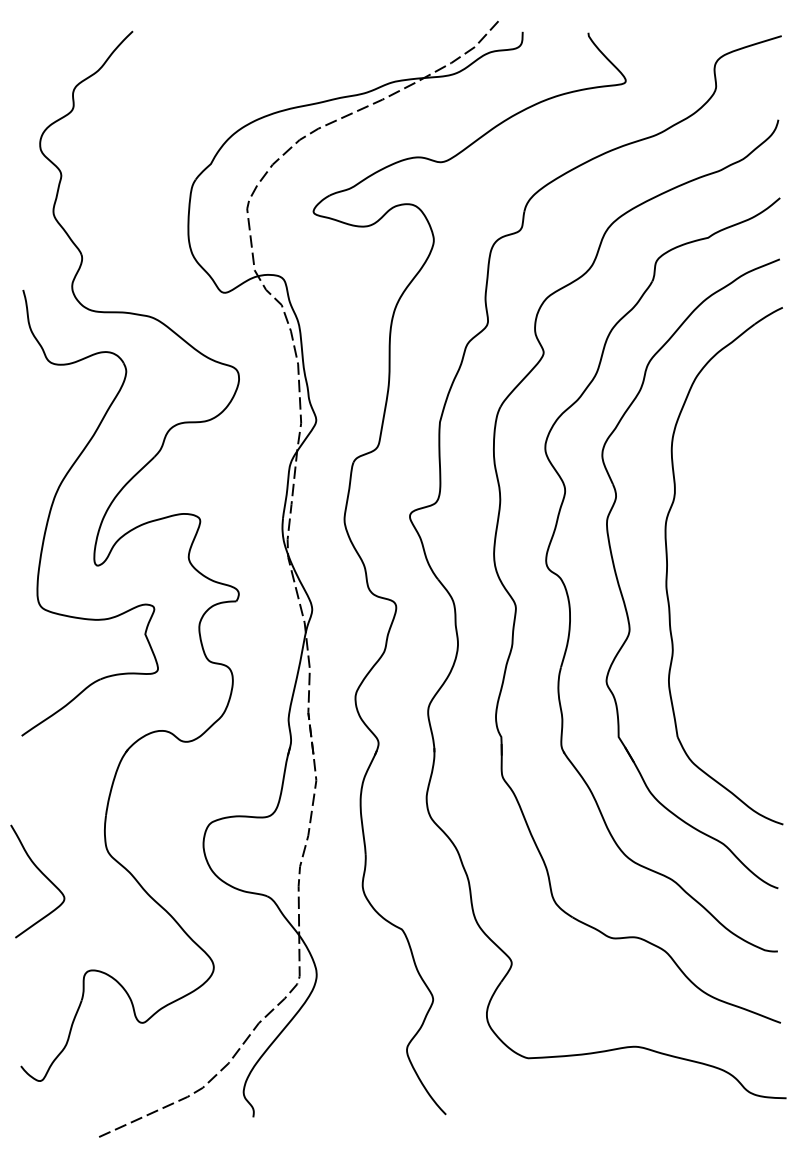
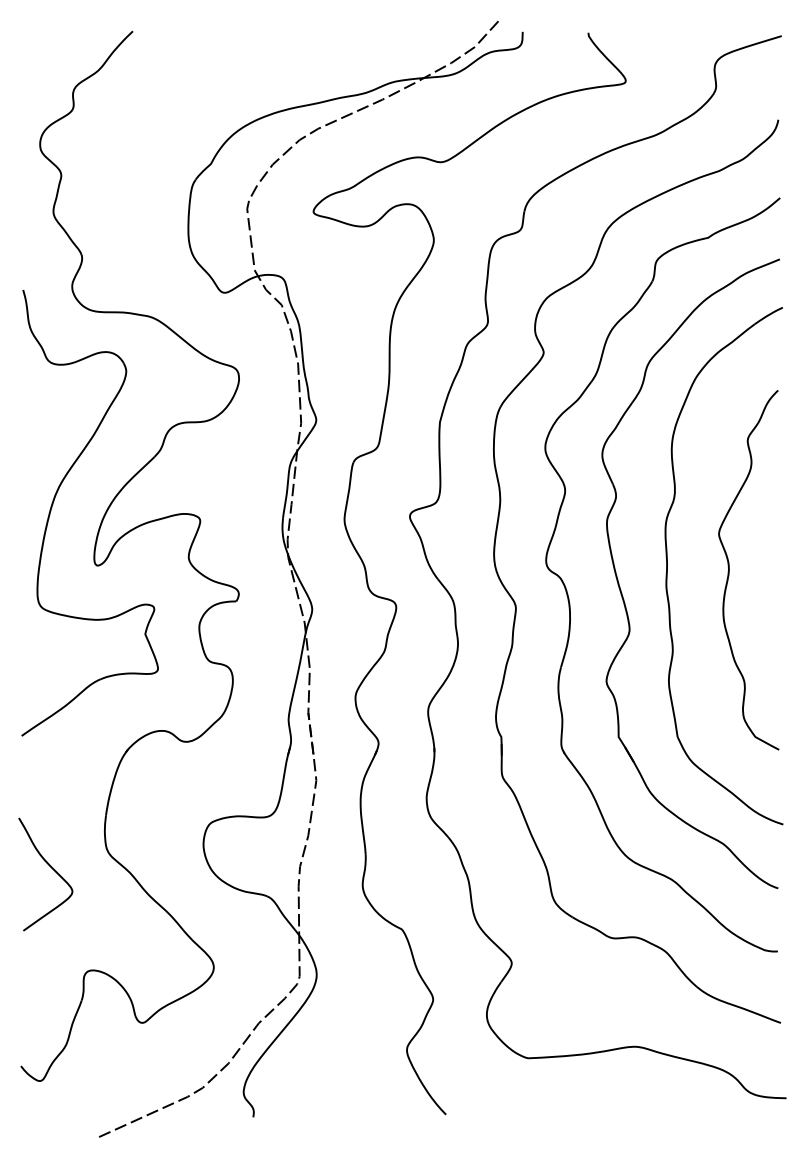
curve at (729, 570): none -> present
curve at (43, 875) position: (43, 875) -> (51, 868)
